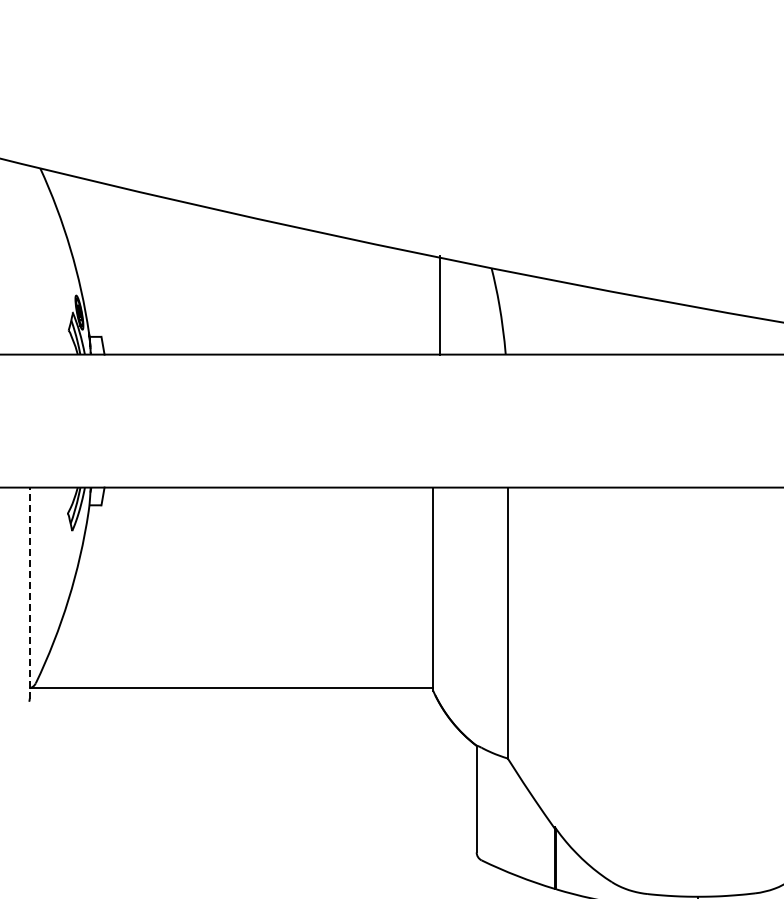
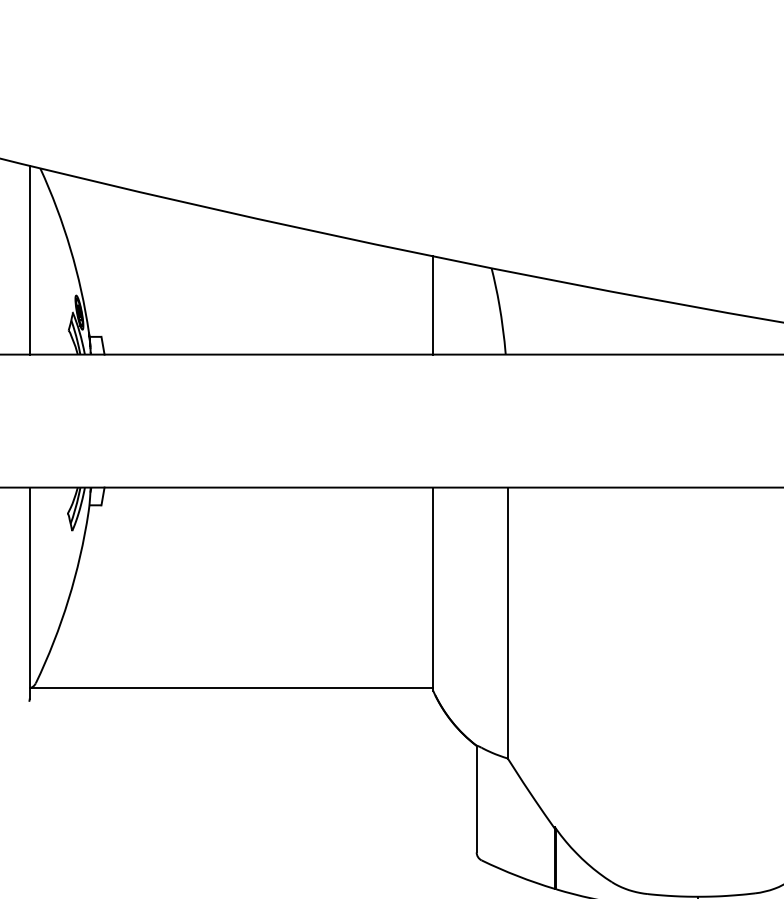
line at (29, 259): none -> present
line at (440, 305) position: (440, 305) -> (433, 305)
line at (29, 593): dashed -> solid
